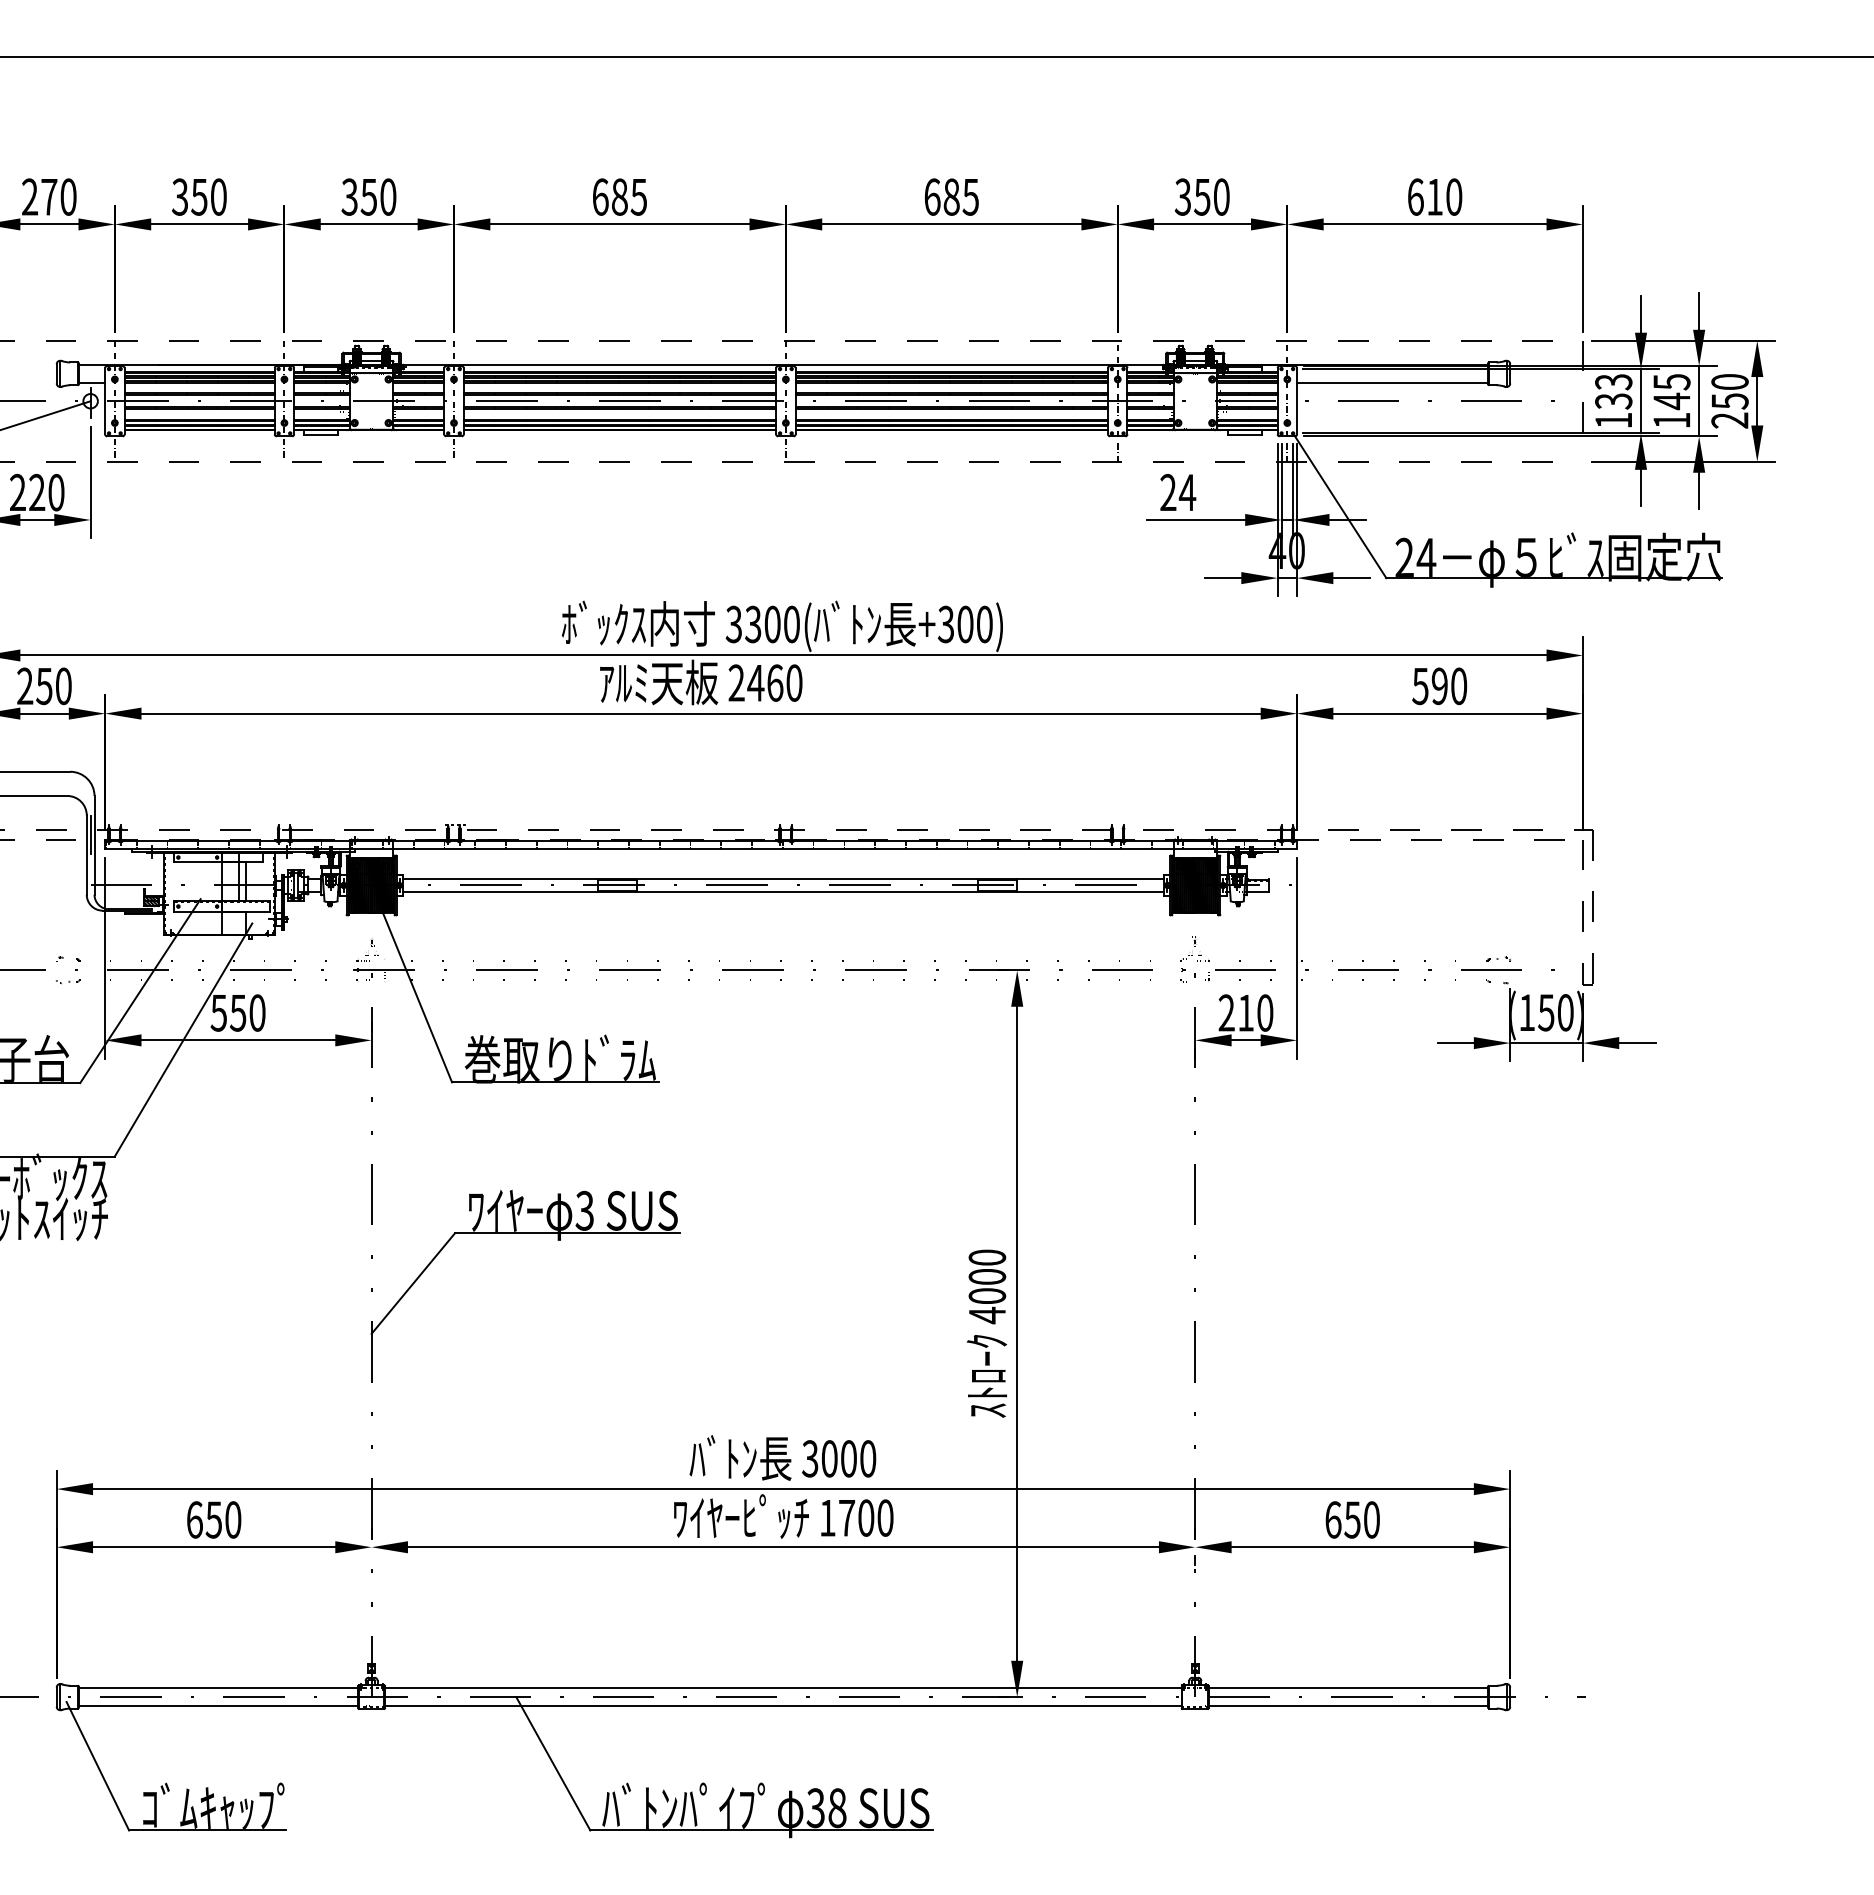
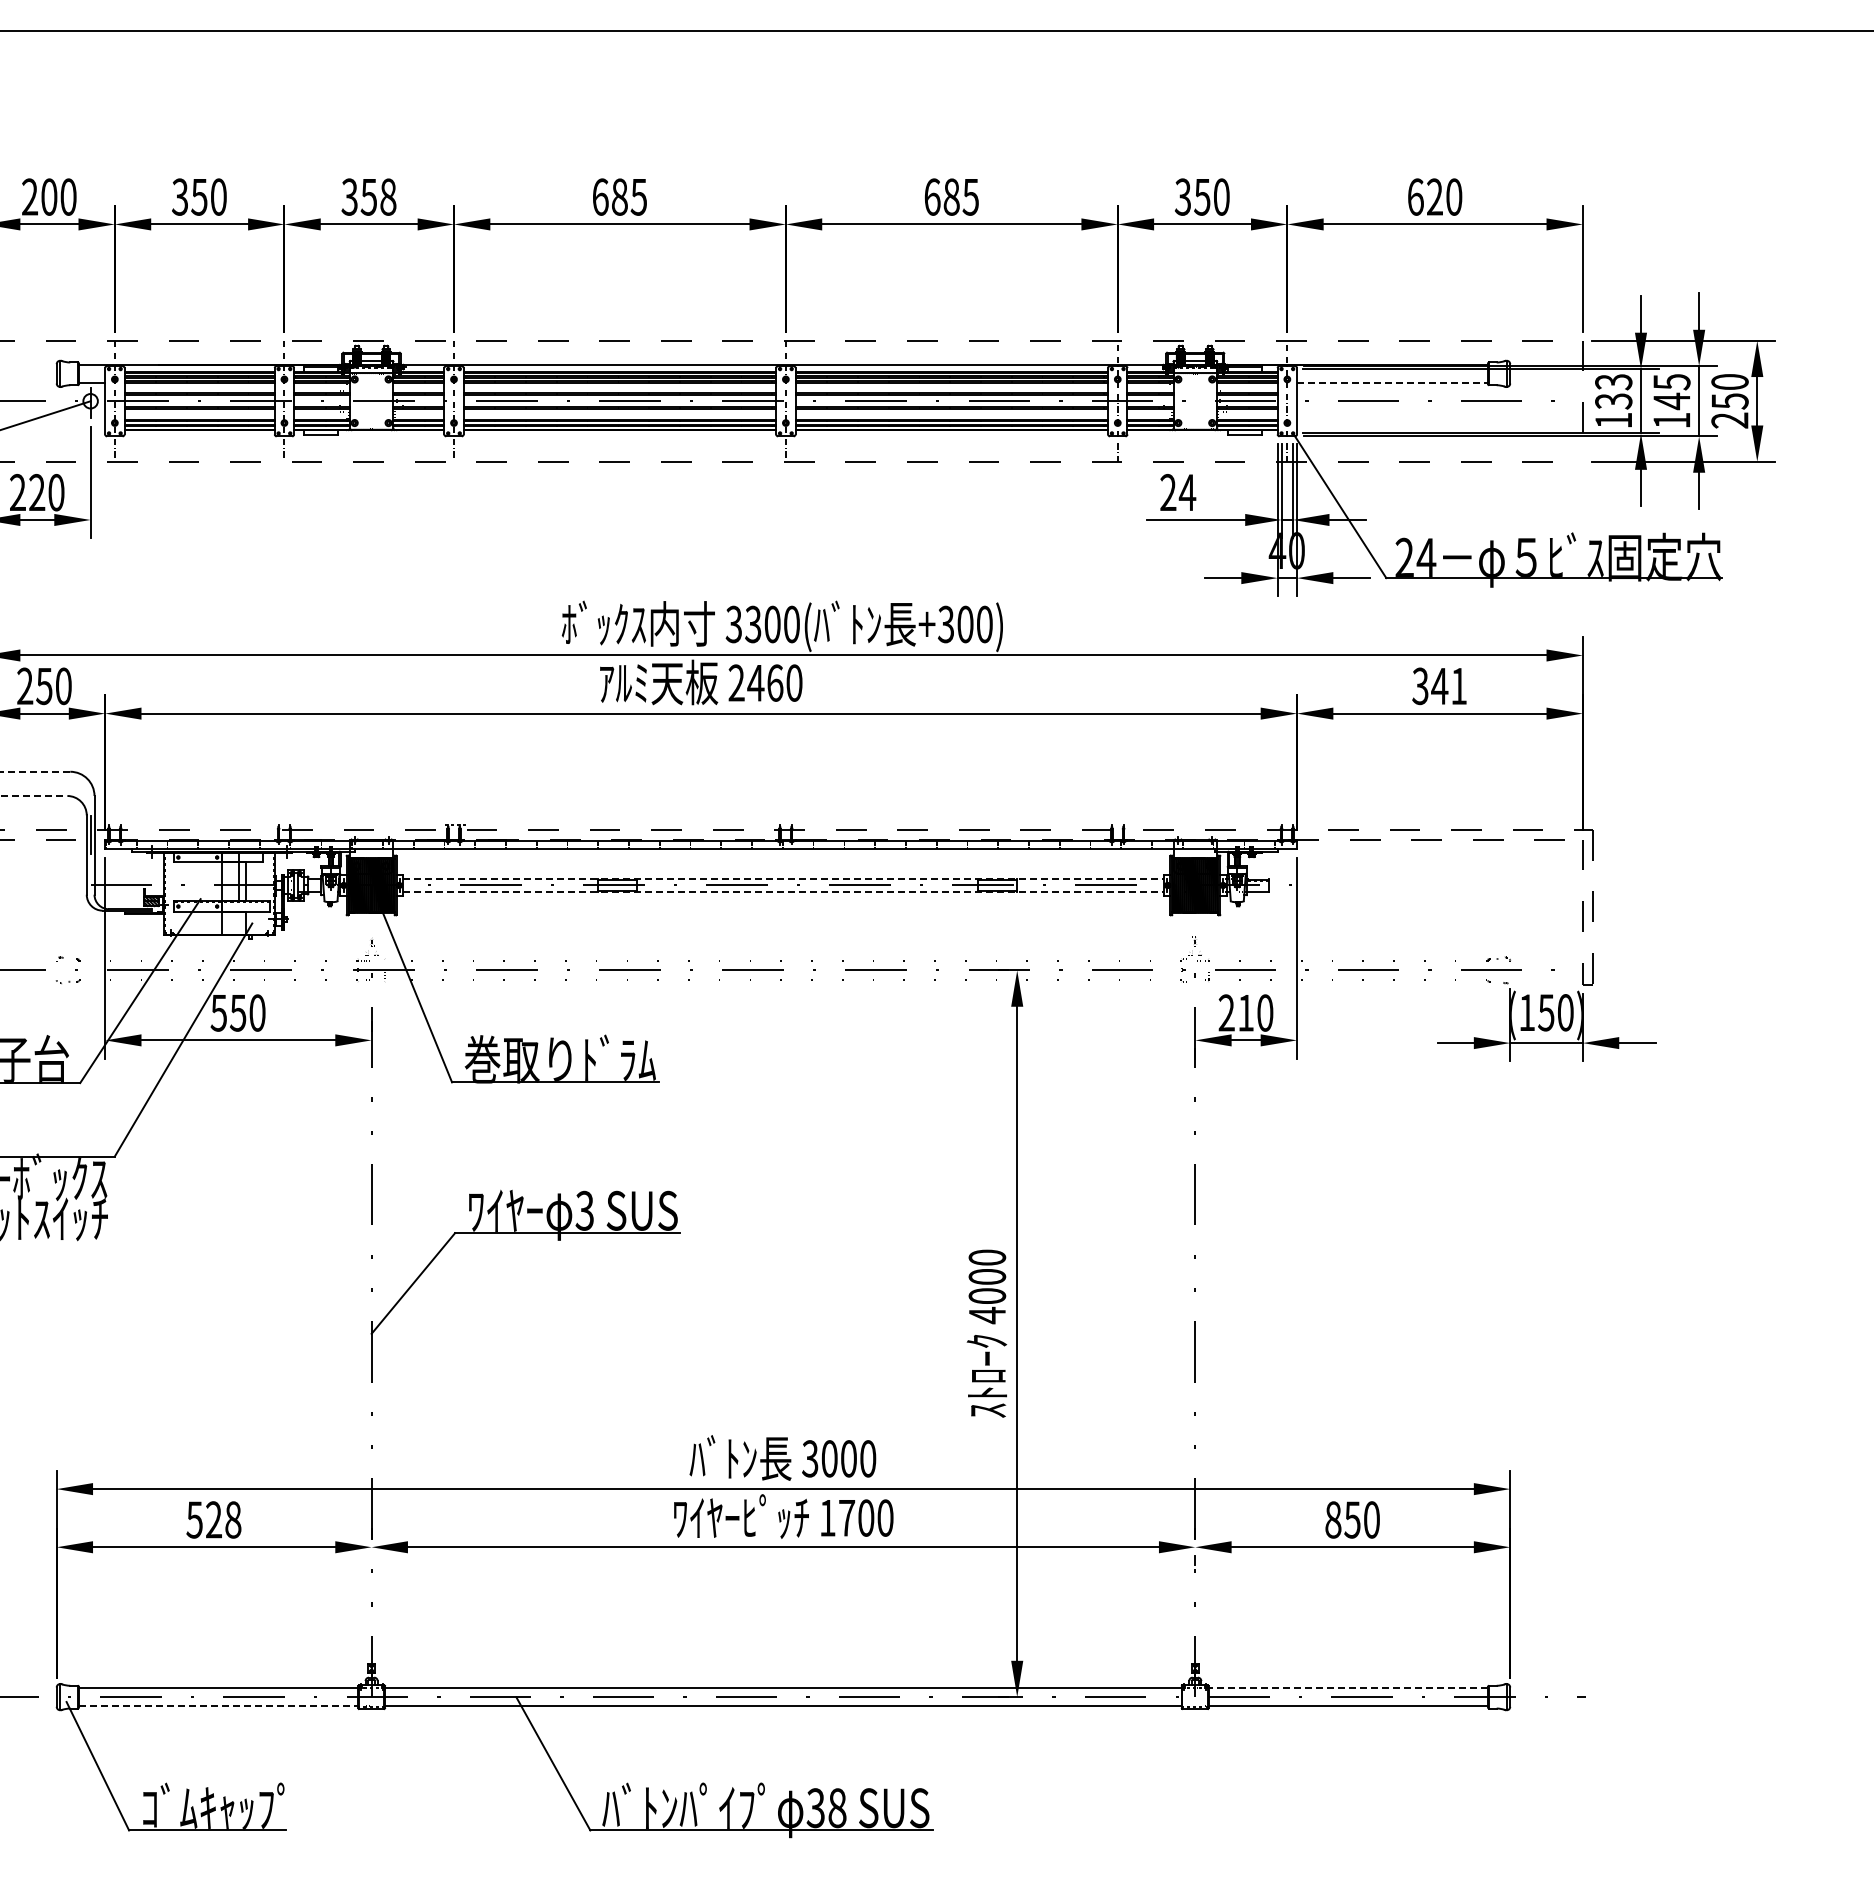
line at (936, 56) position: (936, 56) -> (936, 30)
text at (49, 196): 270 -> 200
text at (388, 196): 350 -> 358
text at (1434, 196): 610 -> 620
line at (1392, 383): solid -> dashed
text at (1439, 686): 590 -> 341
line at (35, 771): solid -> dashed
line at (34, 795): solid -> dashed
line at (783, 879): solid -> dashed
line at (783, 891): solid -> dashed
text at (213, 1519): 650 -> 528
text at (1333, 1519): 650 -> 850
line at (1348, 1687): solid -> dashed
line at (218, 1706): solid -> dashed
